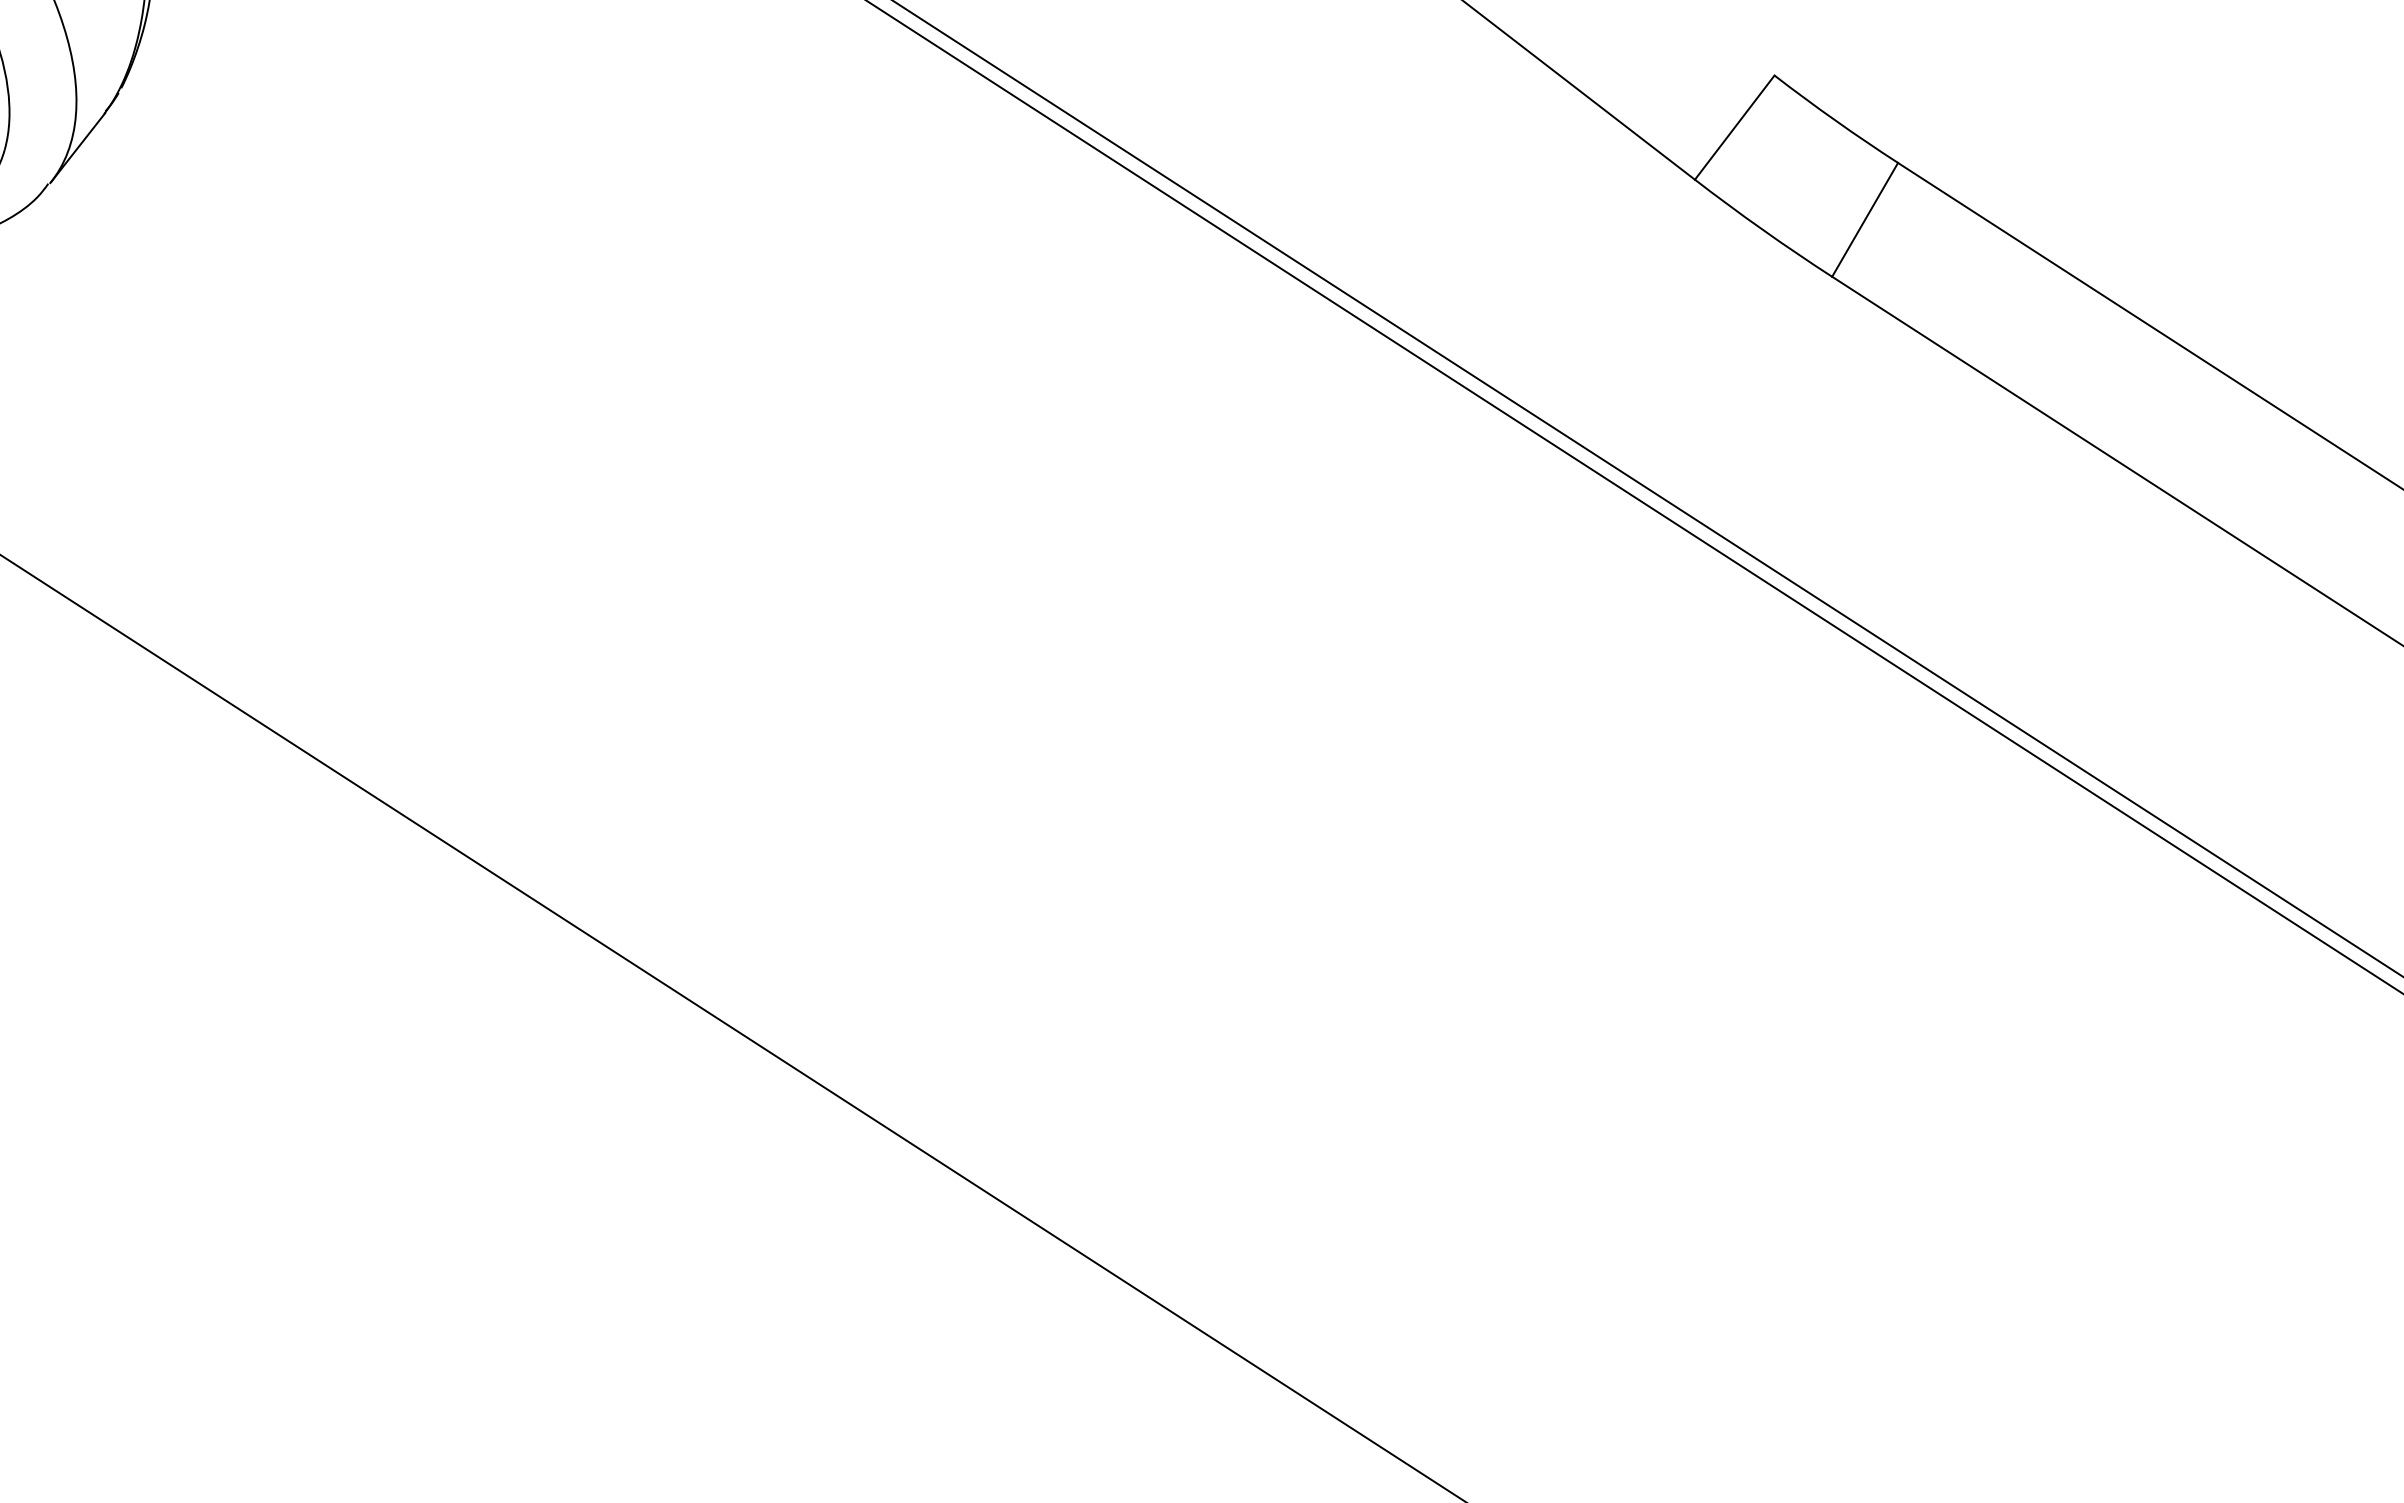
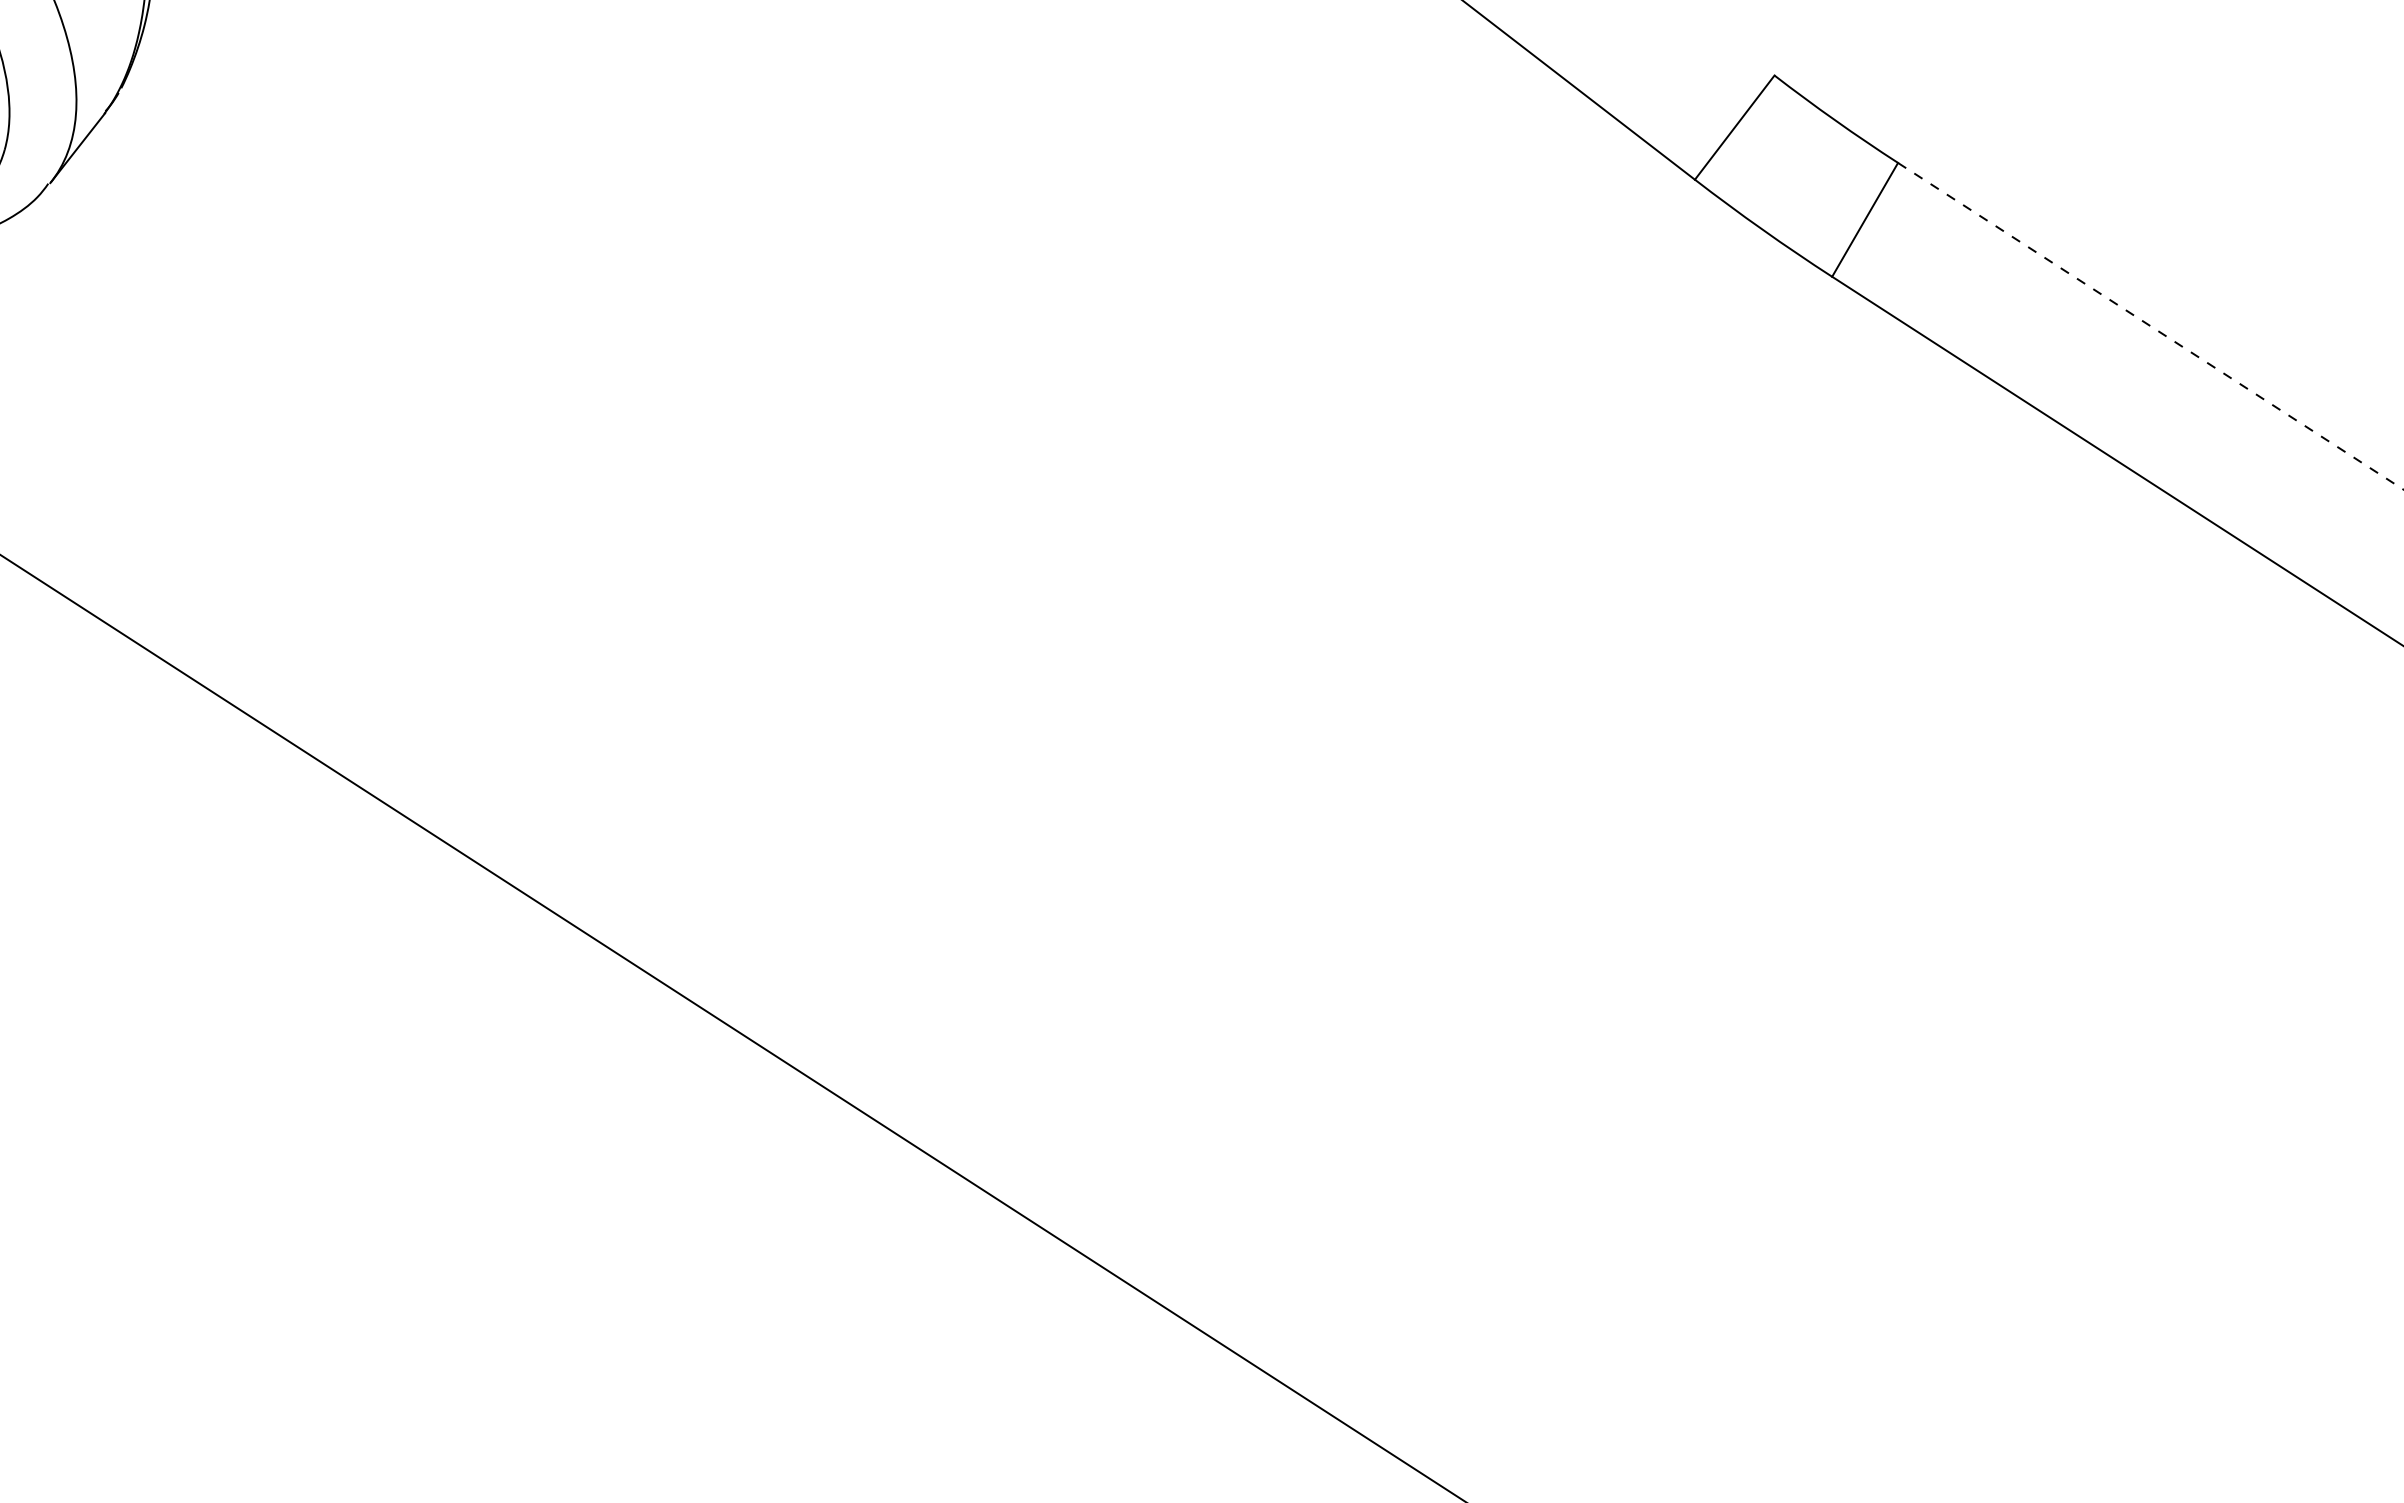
line at (2150, 326): solid -> dashed
line at (1647, 488): present -> none
line at (1634, 497): present -> none
